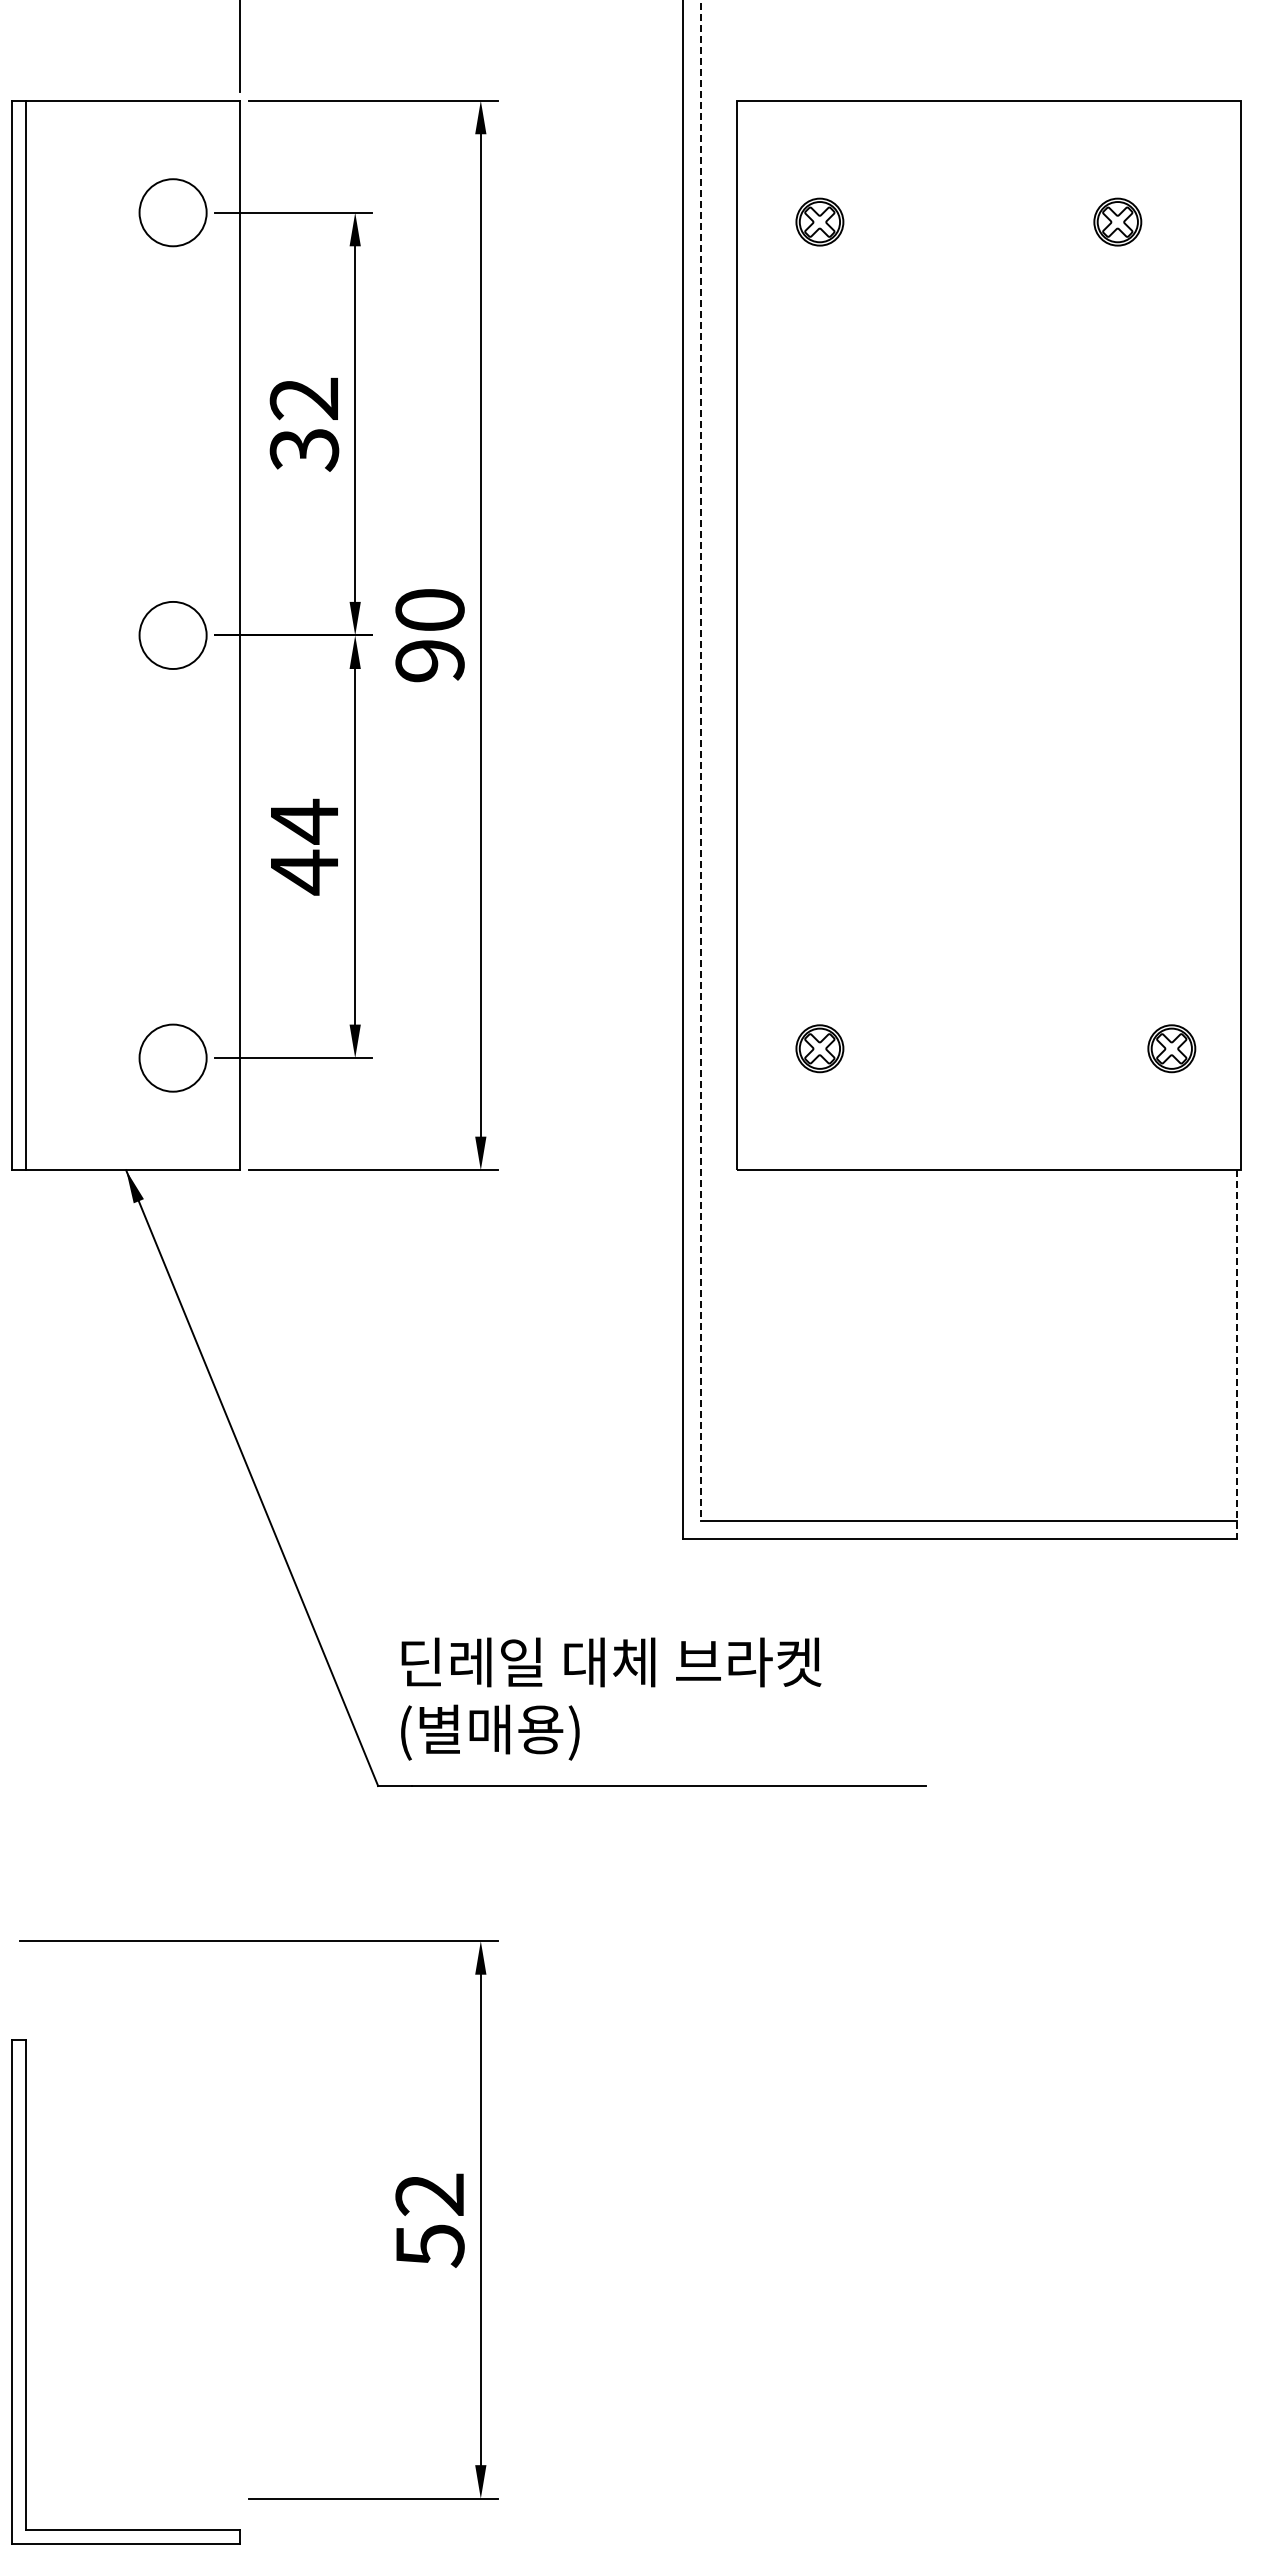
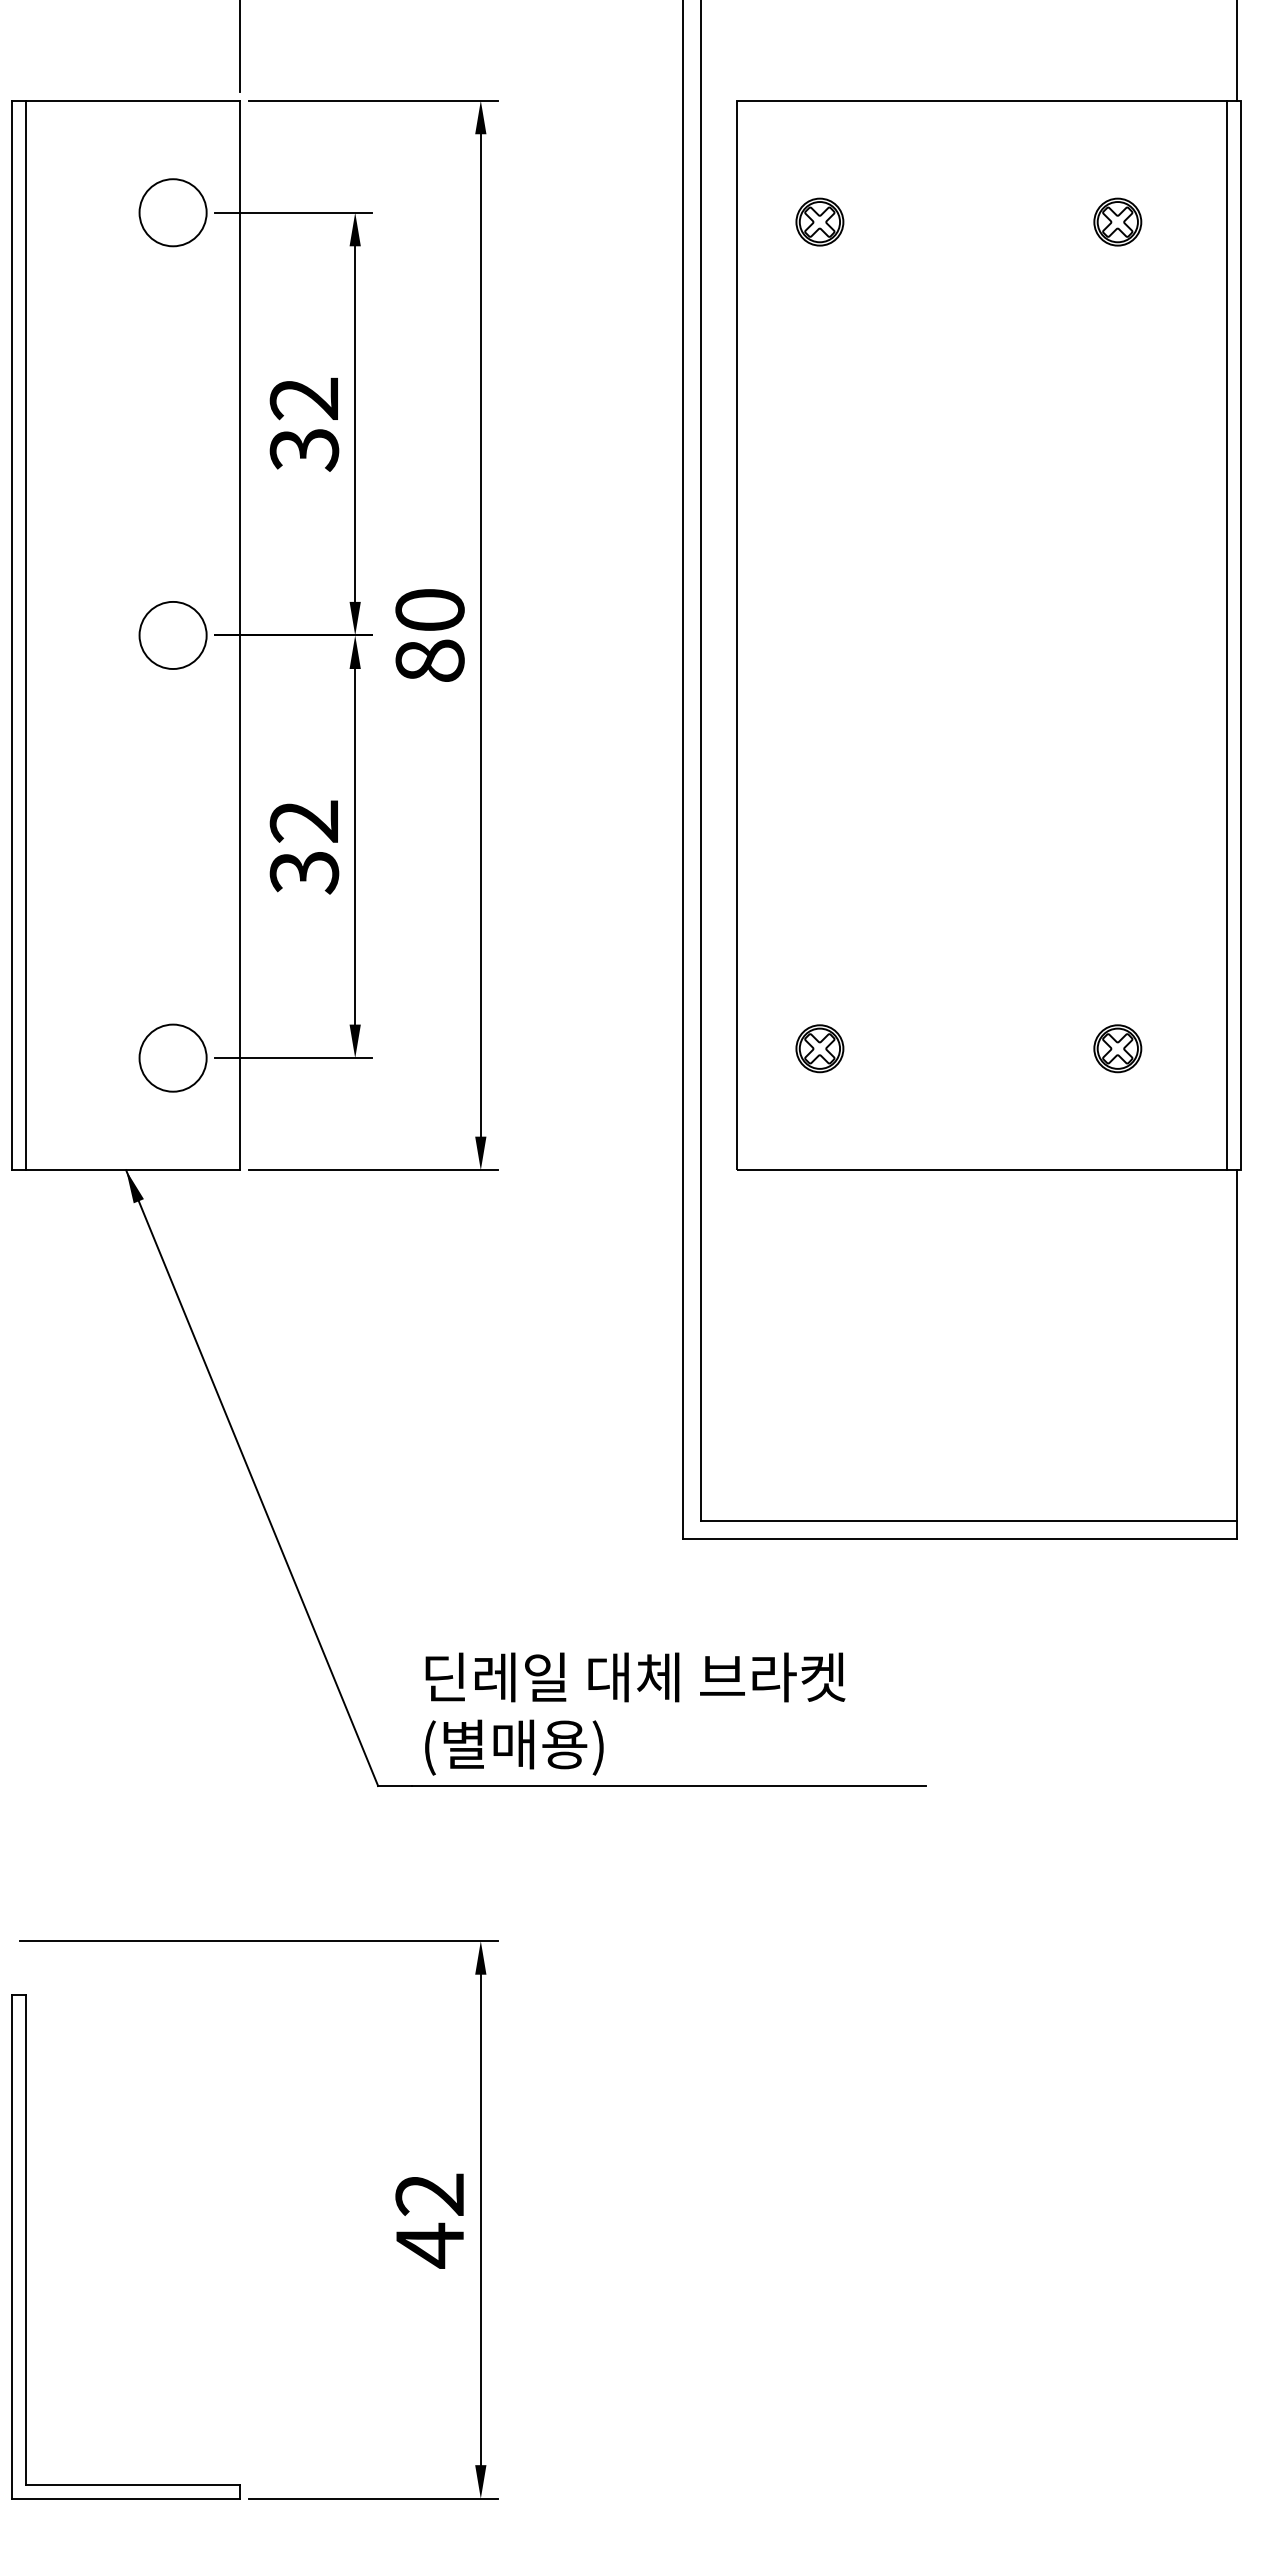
line at (1237, 51): none -> present
line at (1227, 635): none -> present
text at (429, 660): 90 -> 80
line at (700, 761): dashed -> solid
text at (304, 846): 44 -> 32
part at (1171, 1048) position: (1171, 1048) -> (1117, 1048)
line at (1237, 1354): dashed -> solid
text at (611, 1698) position: (611, 1698) -> (635, 1713)
text at (430, 2245): 52 -> 42
part at (26, 2291) position: (26, 2291) -> (26, 2246)
